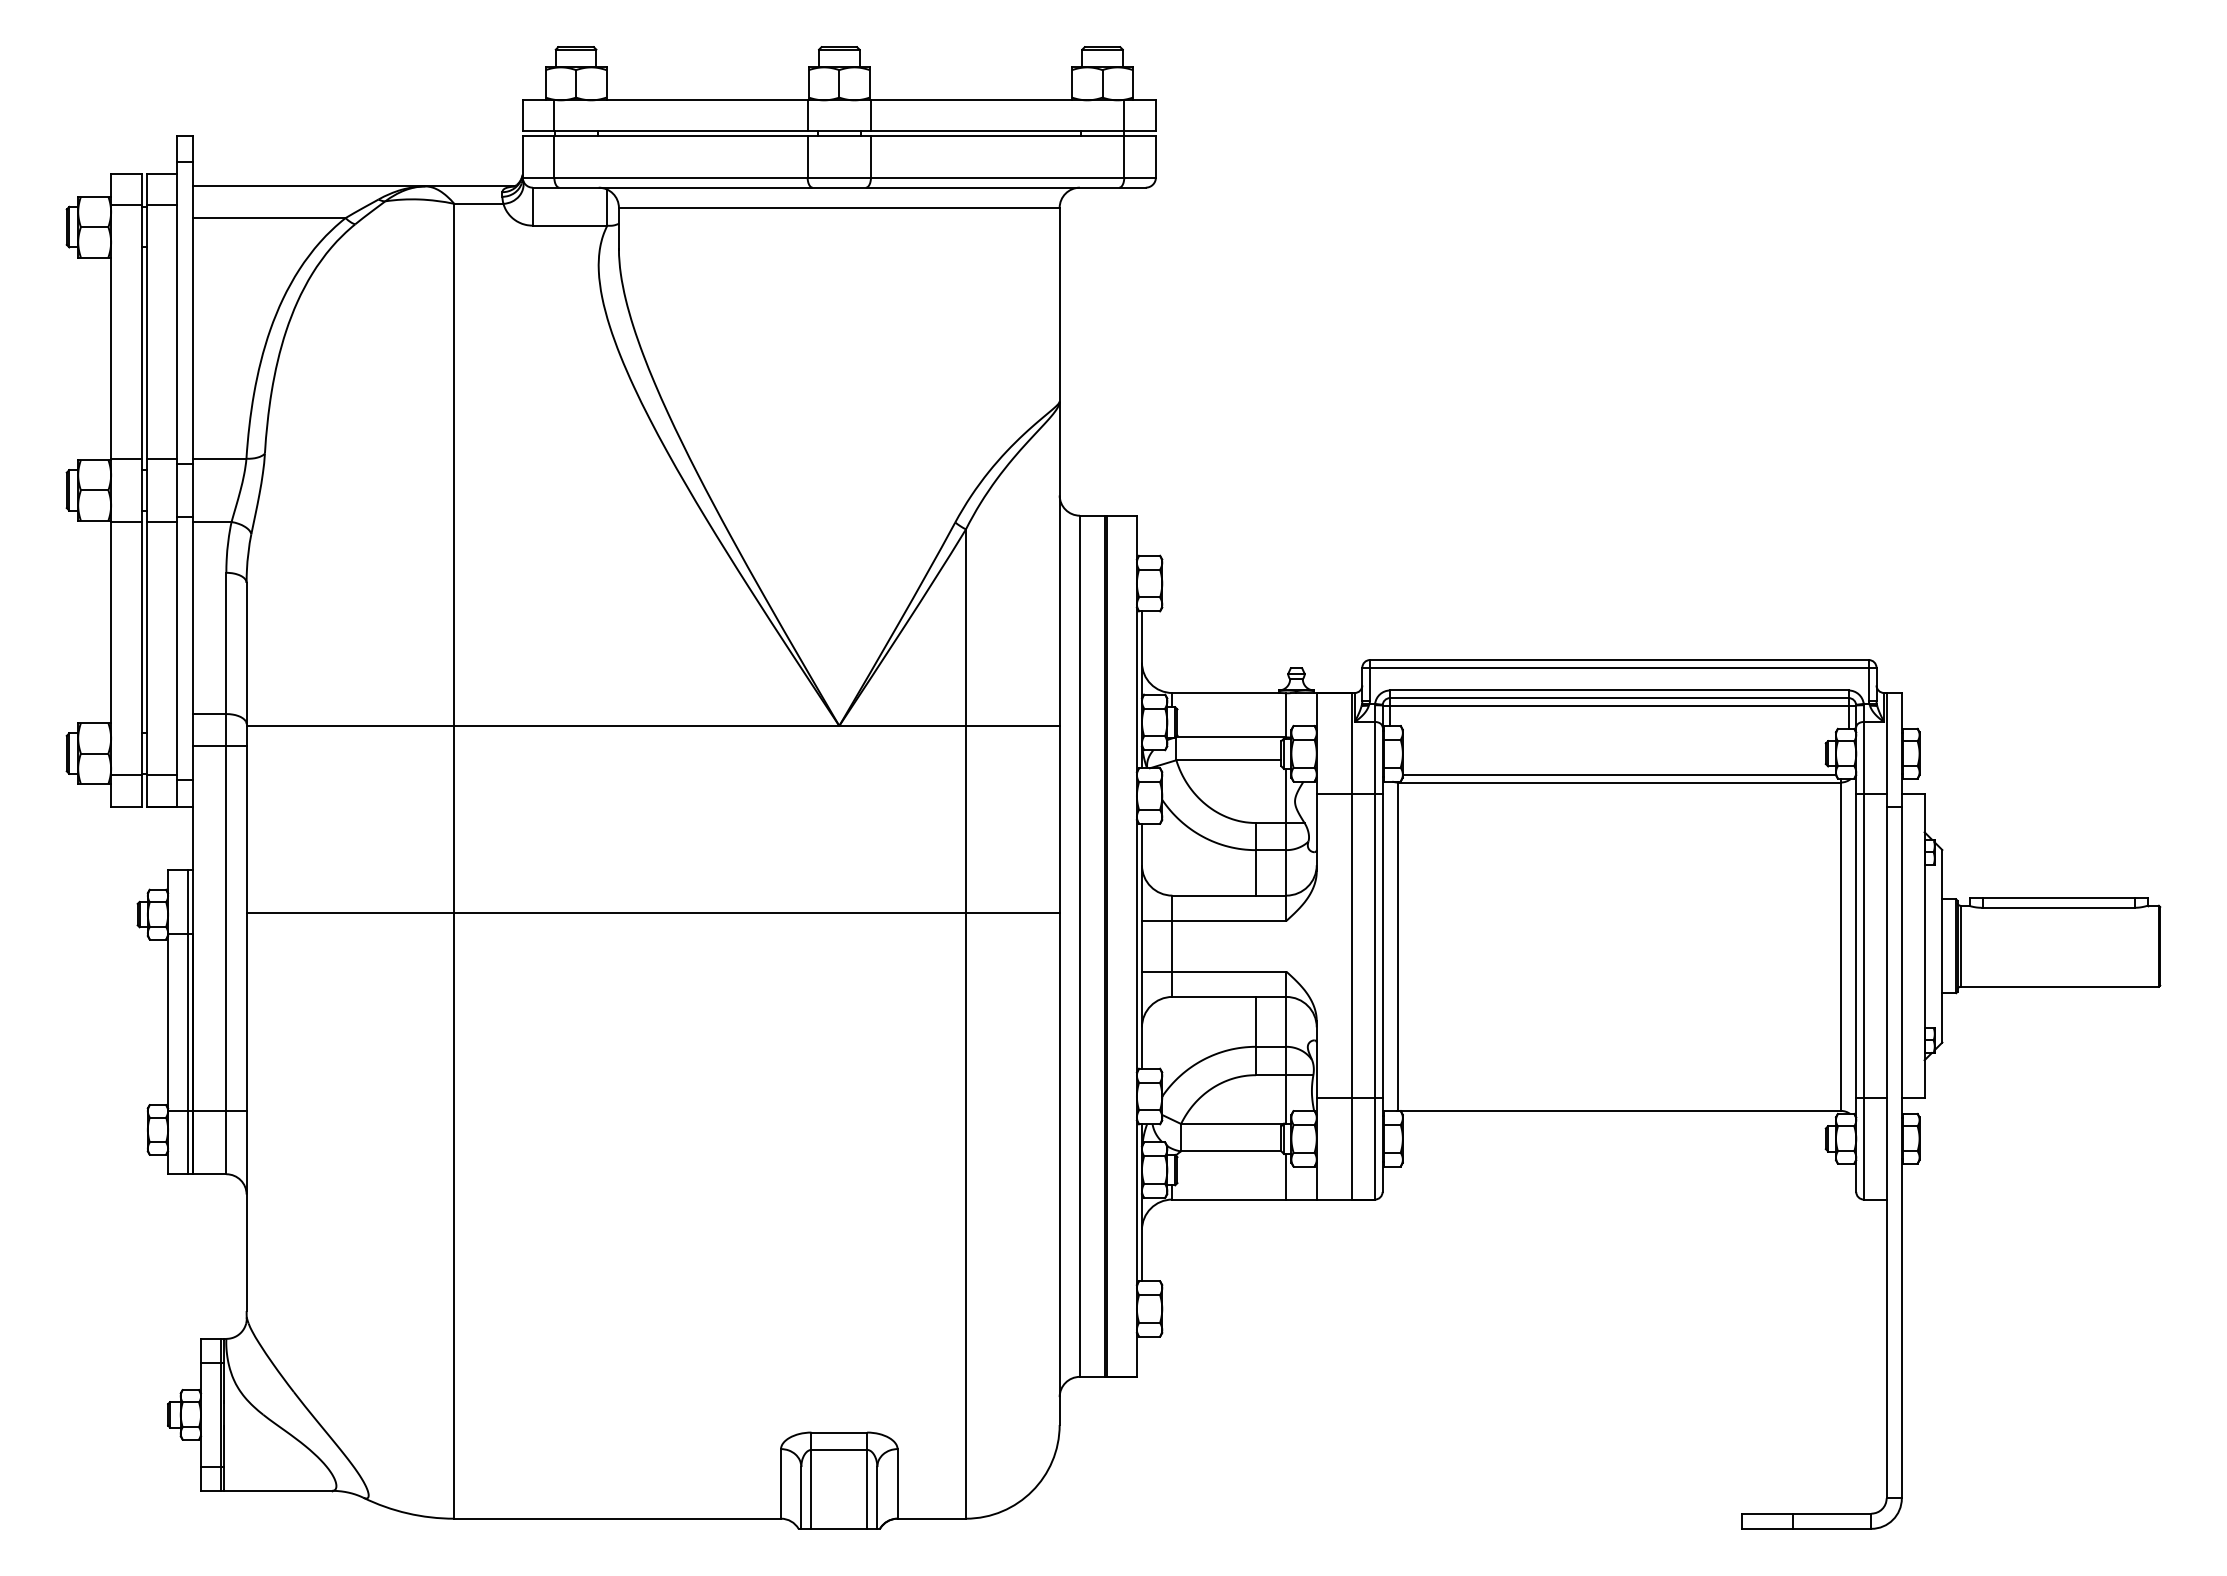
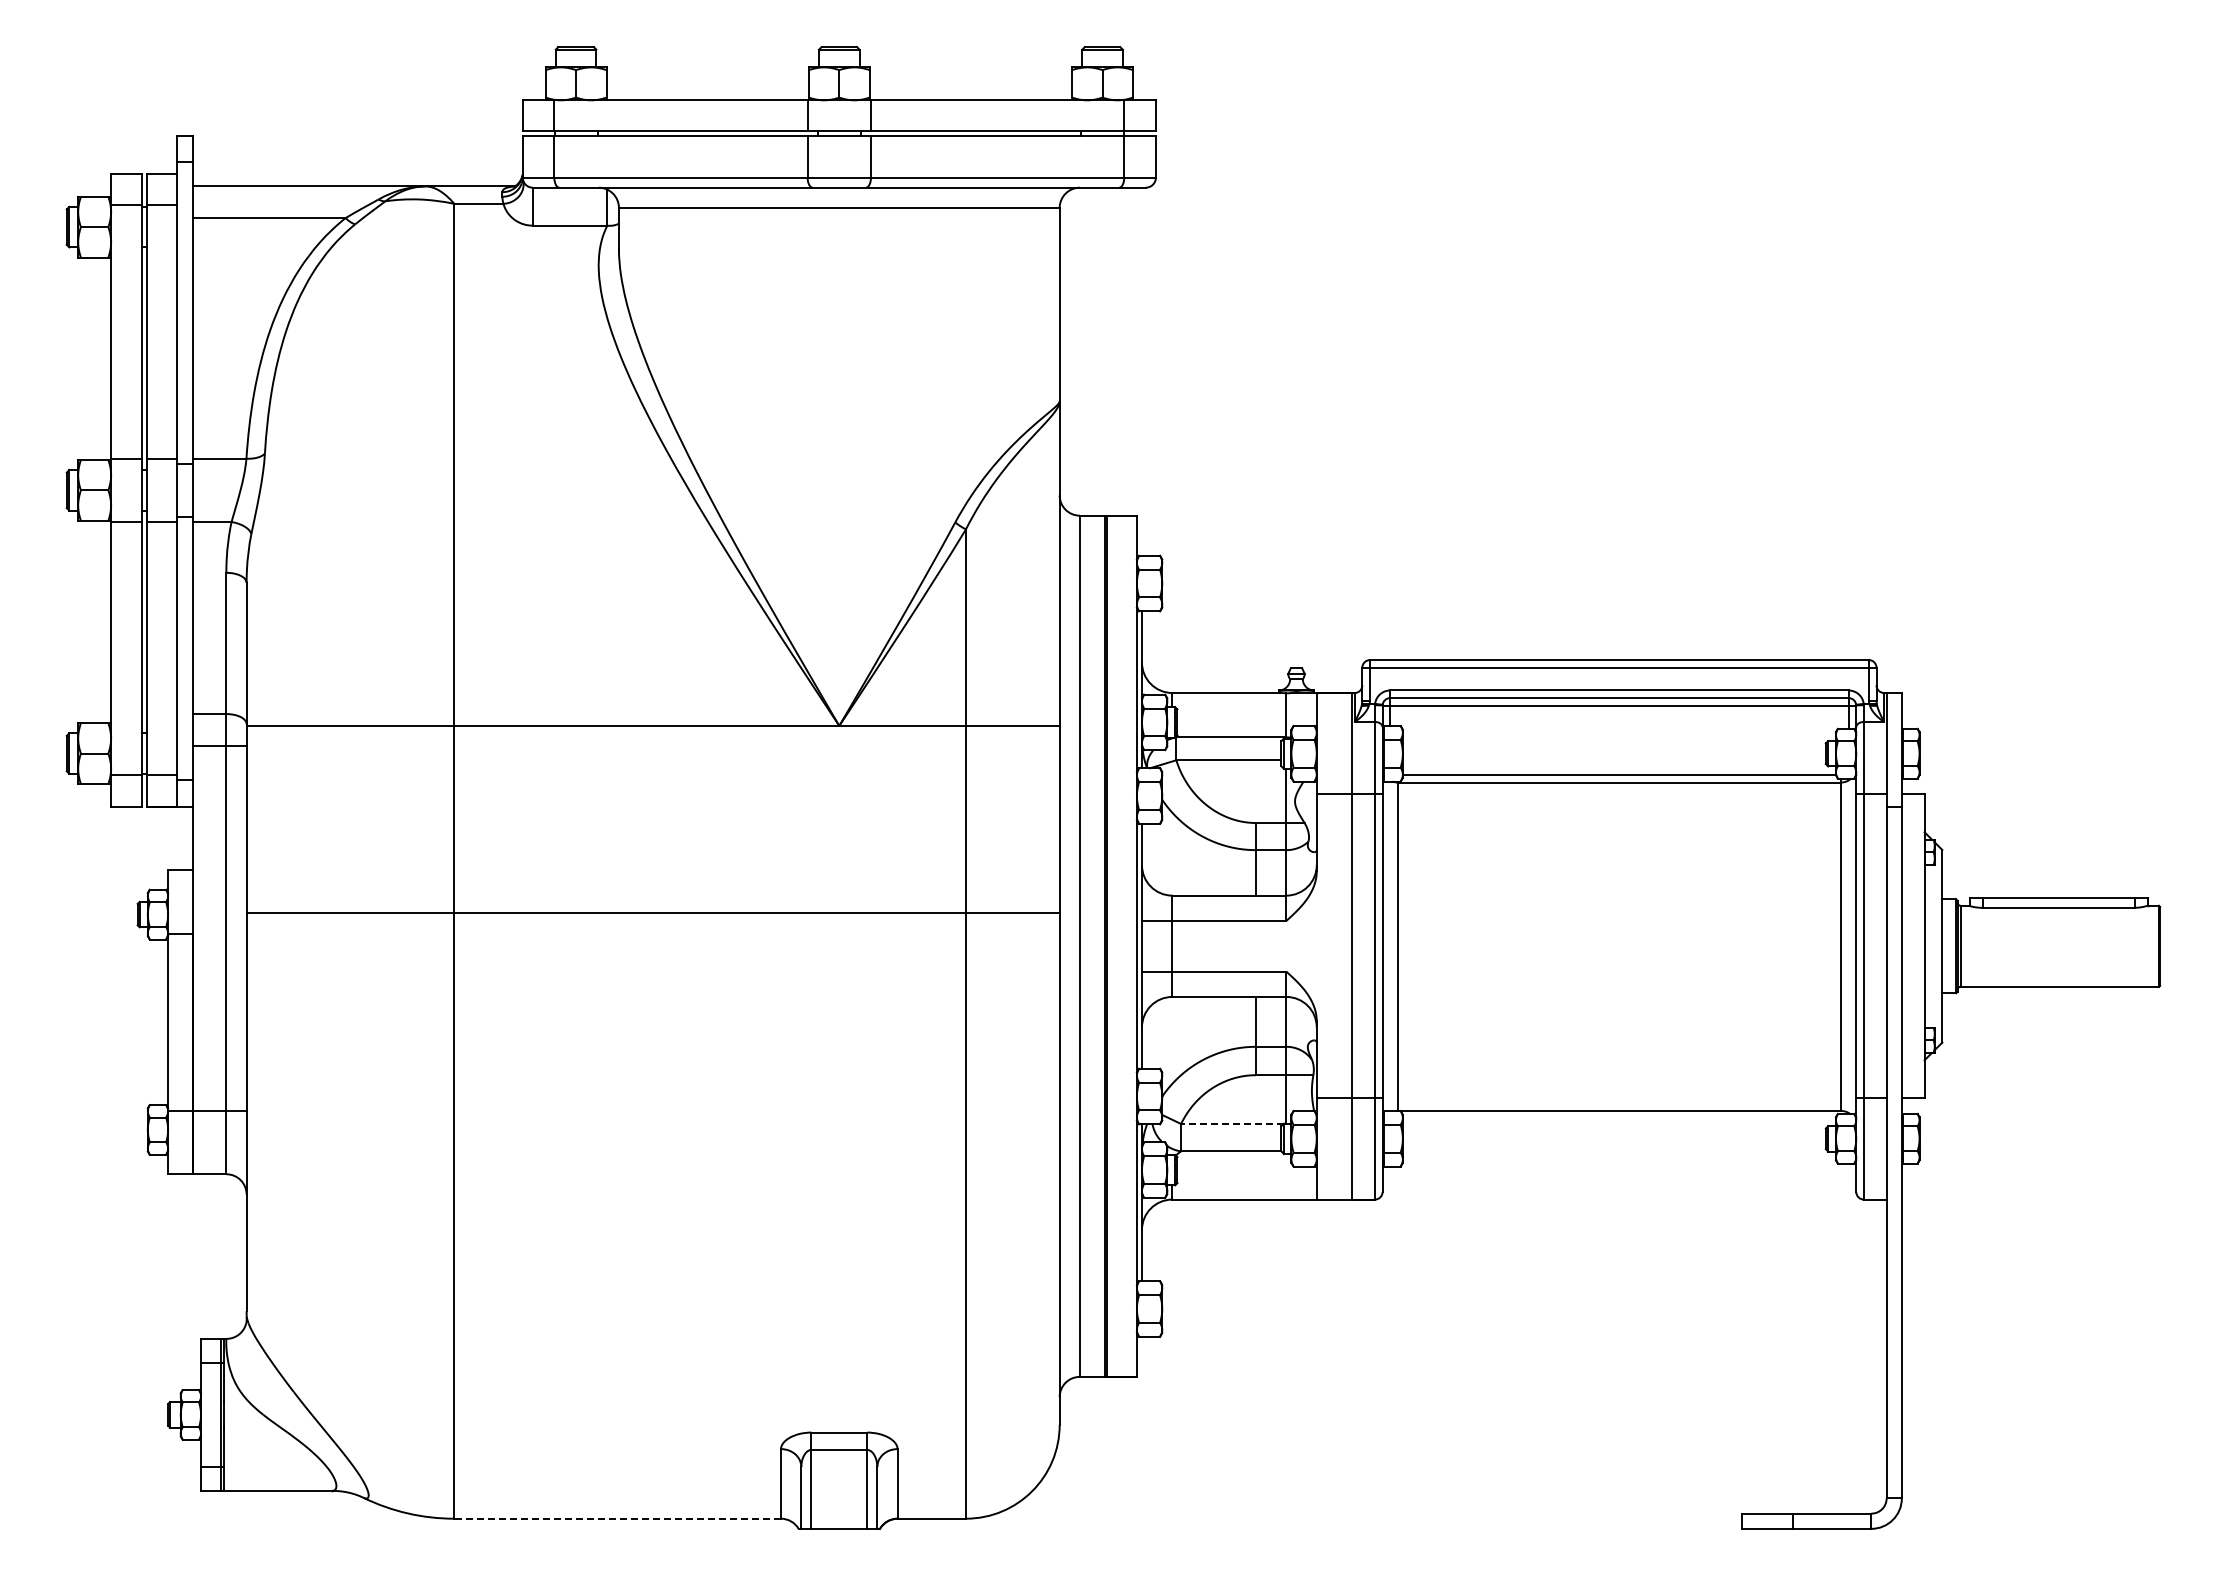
line at (188, 1022): present -> none
line at (1231, 1123): solid -> dashed
line at (1286, 1176): present -> none
line at (617, 1518): solid -> dashed
